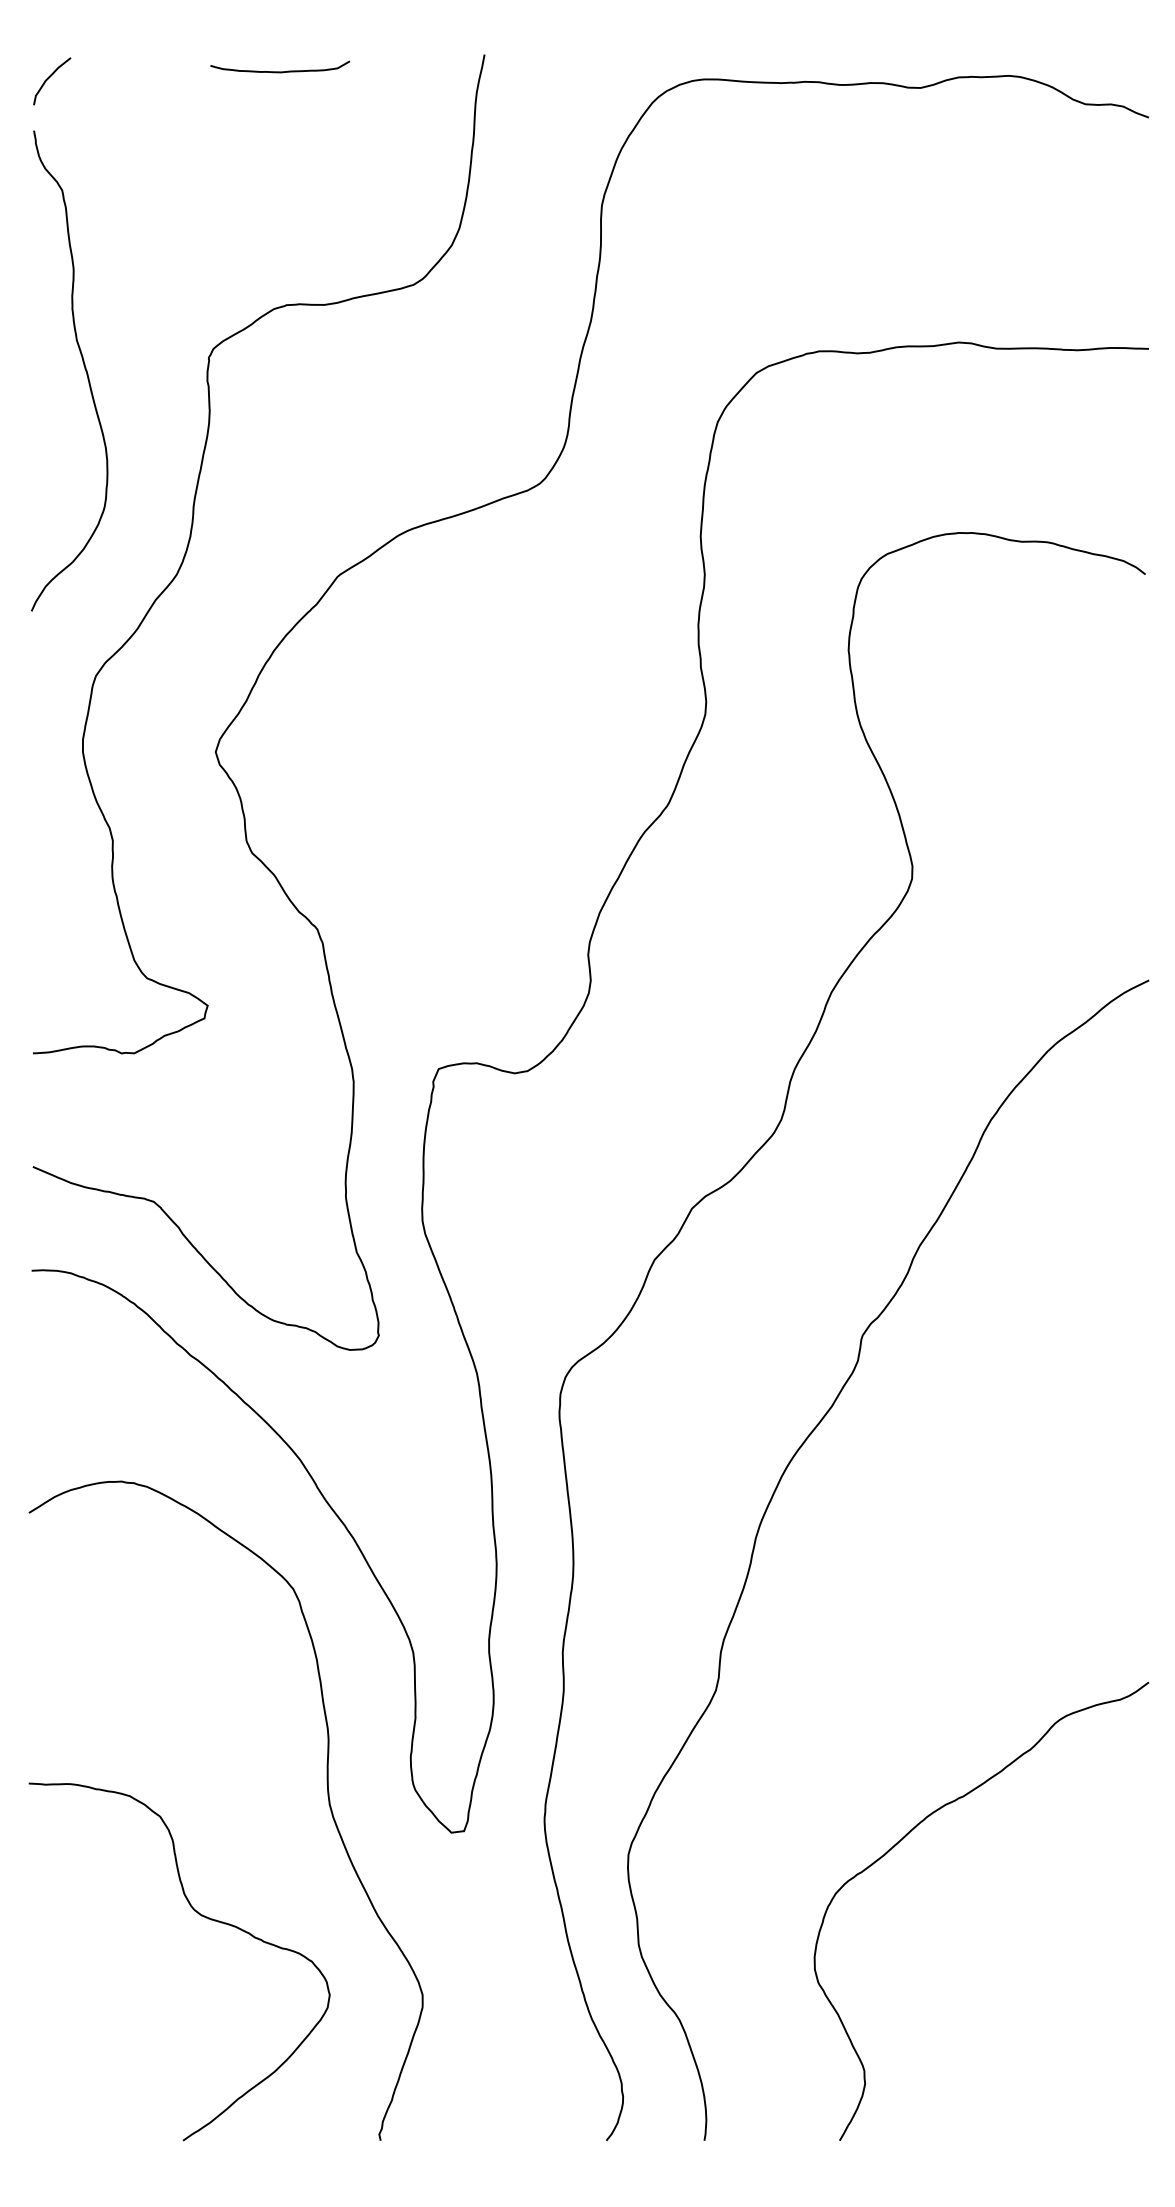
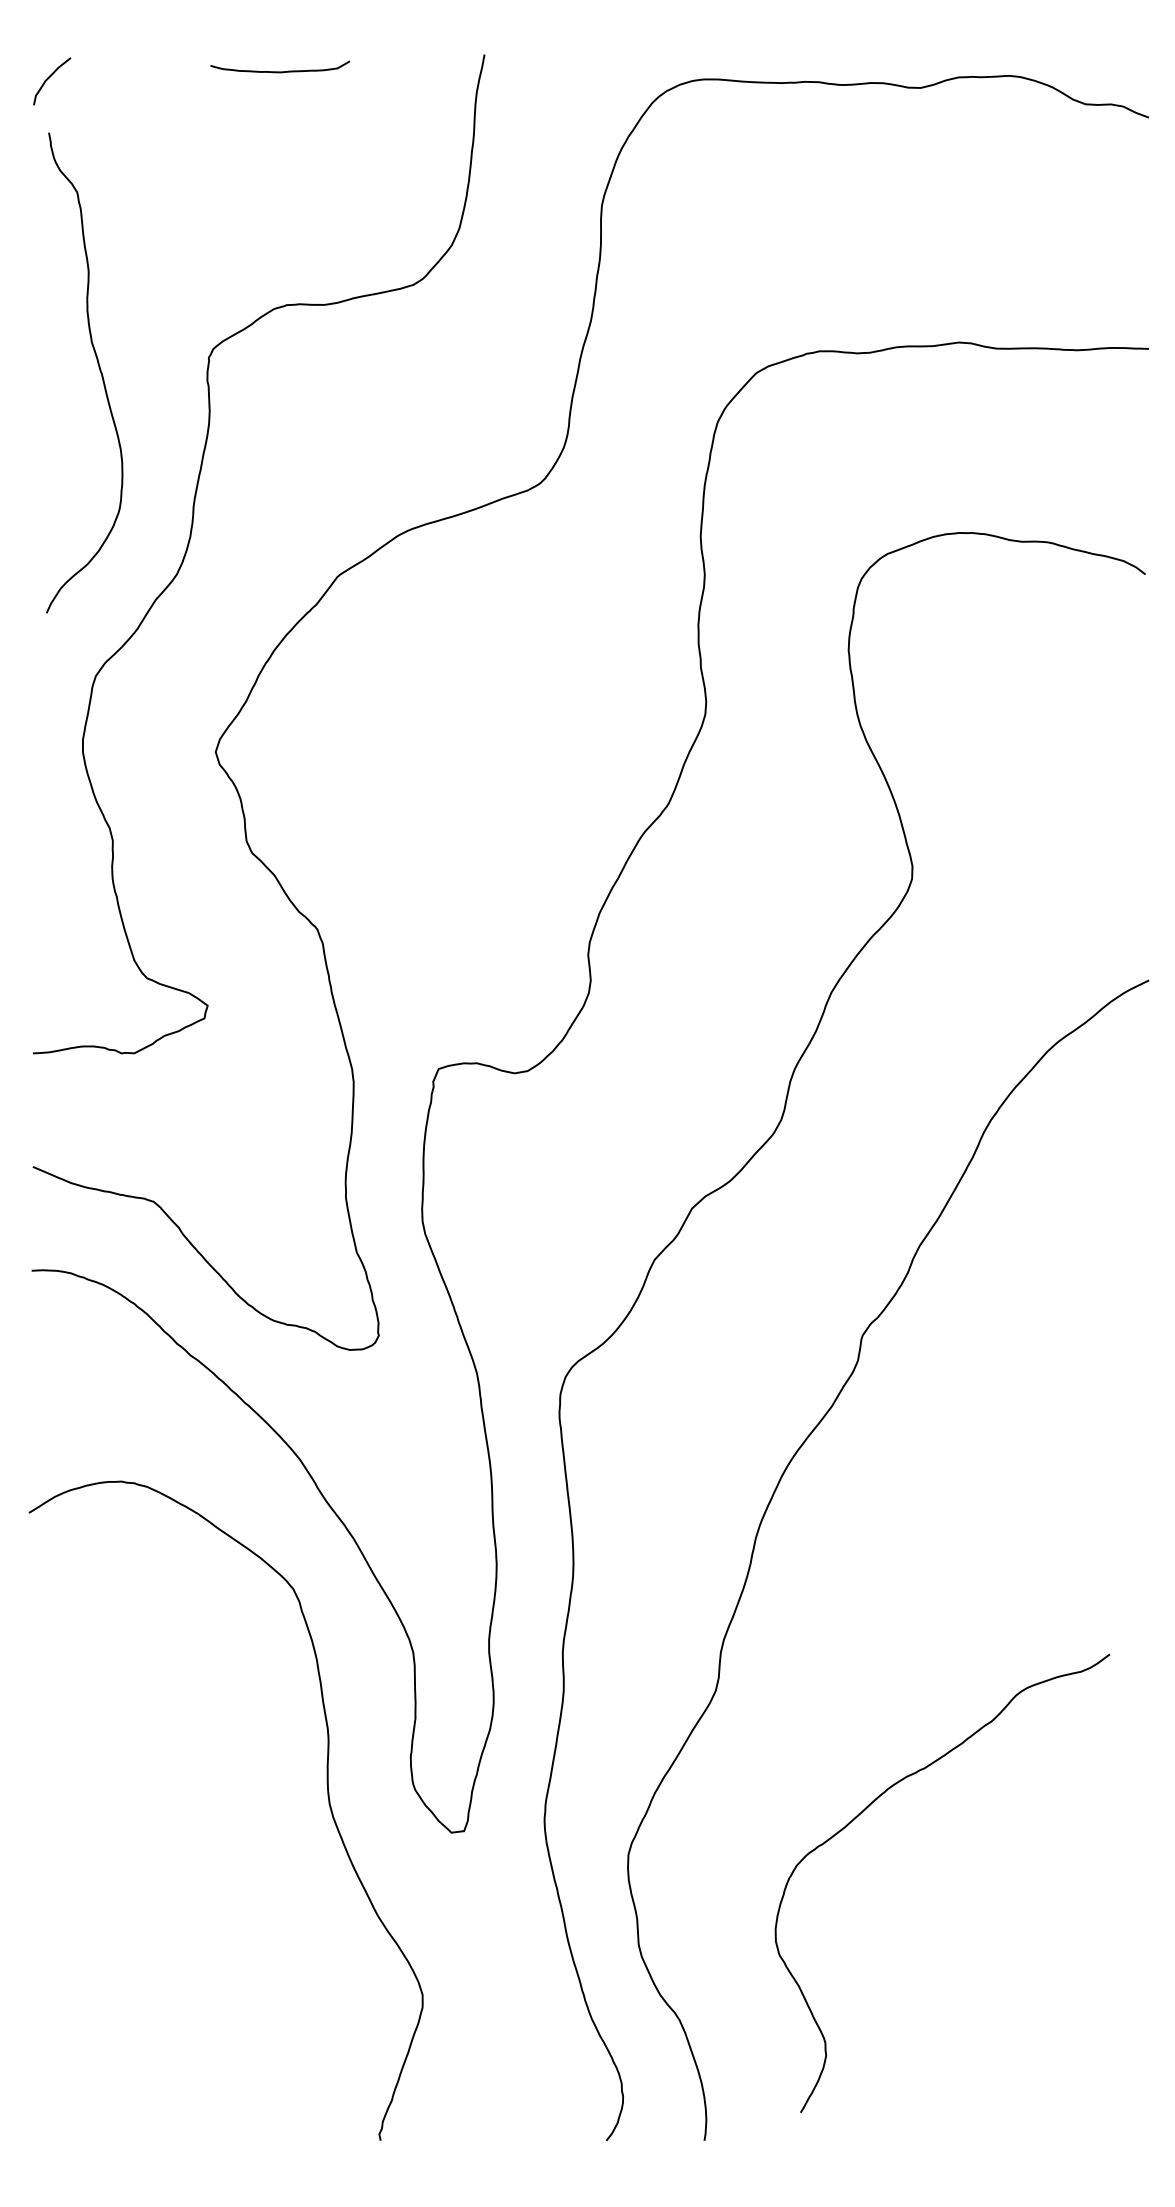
curve at (83, 365) position: (83, 365) -> (98, 367)
curve at (915, 1828) position: (915, 1828) -> (876, 1800)
curve at (201, 1916): present -> none
